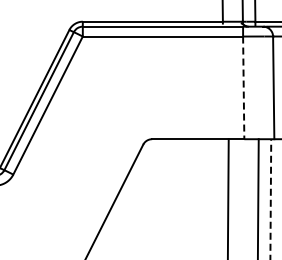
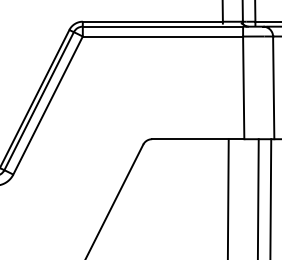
line at (243, 88): dashed -> solid
line at (270, 199): dashed -> solid
